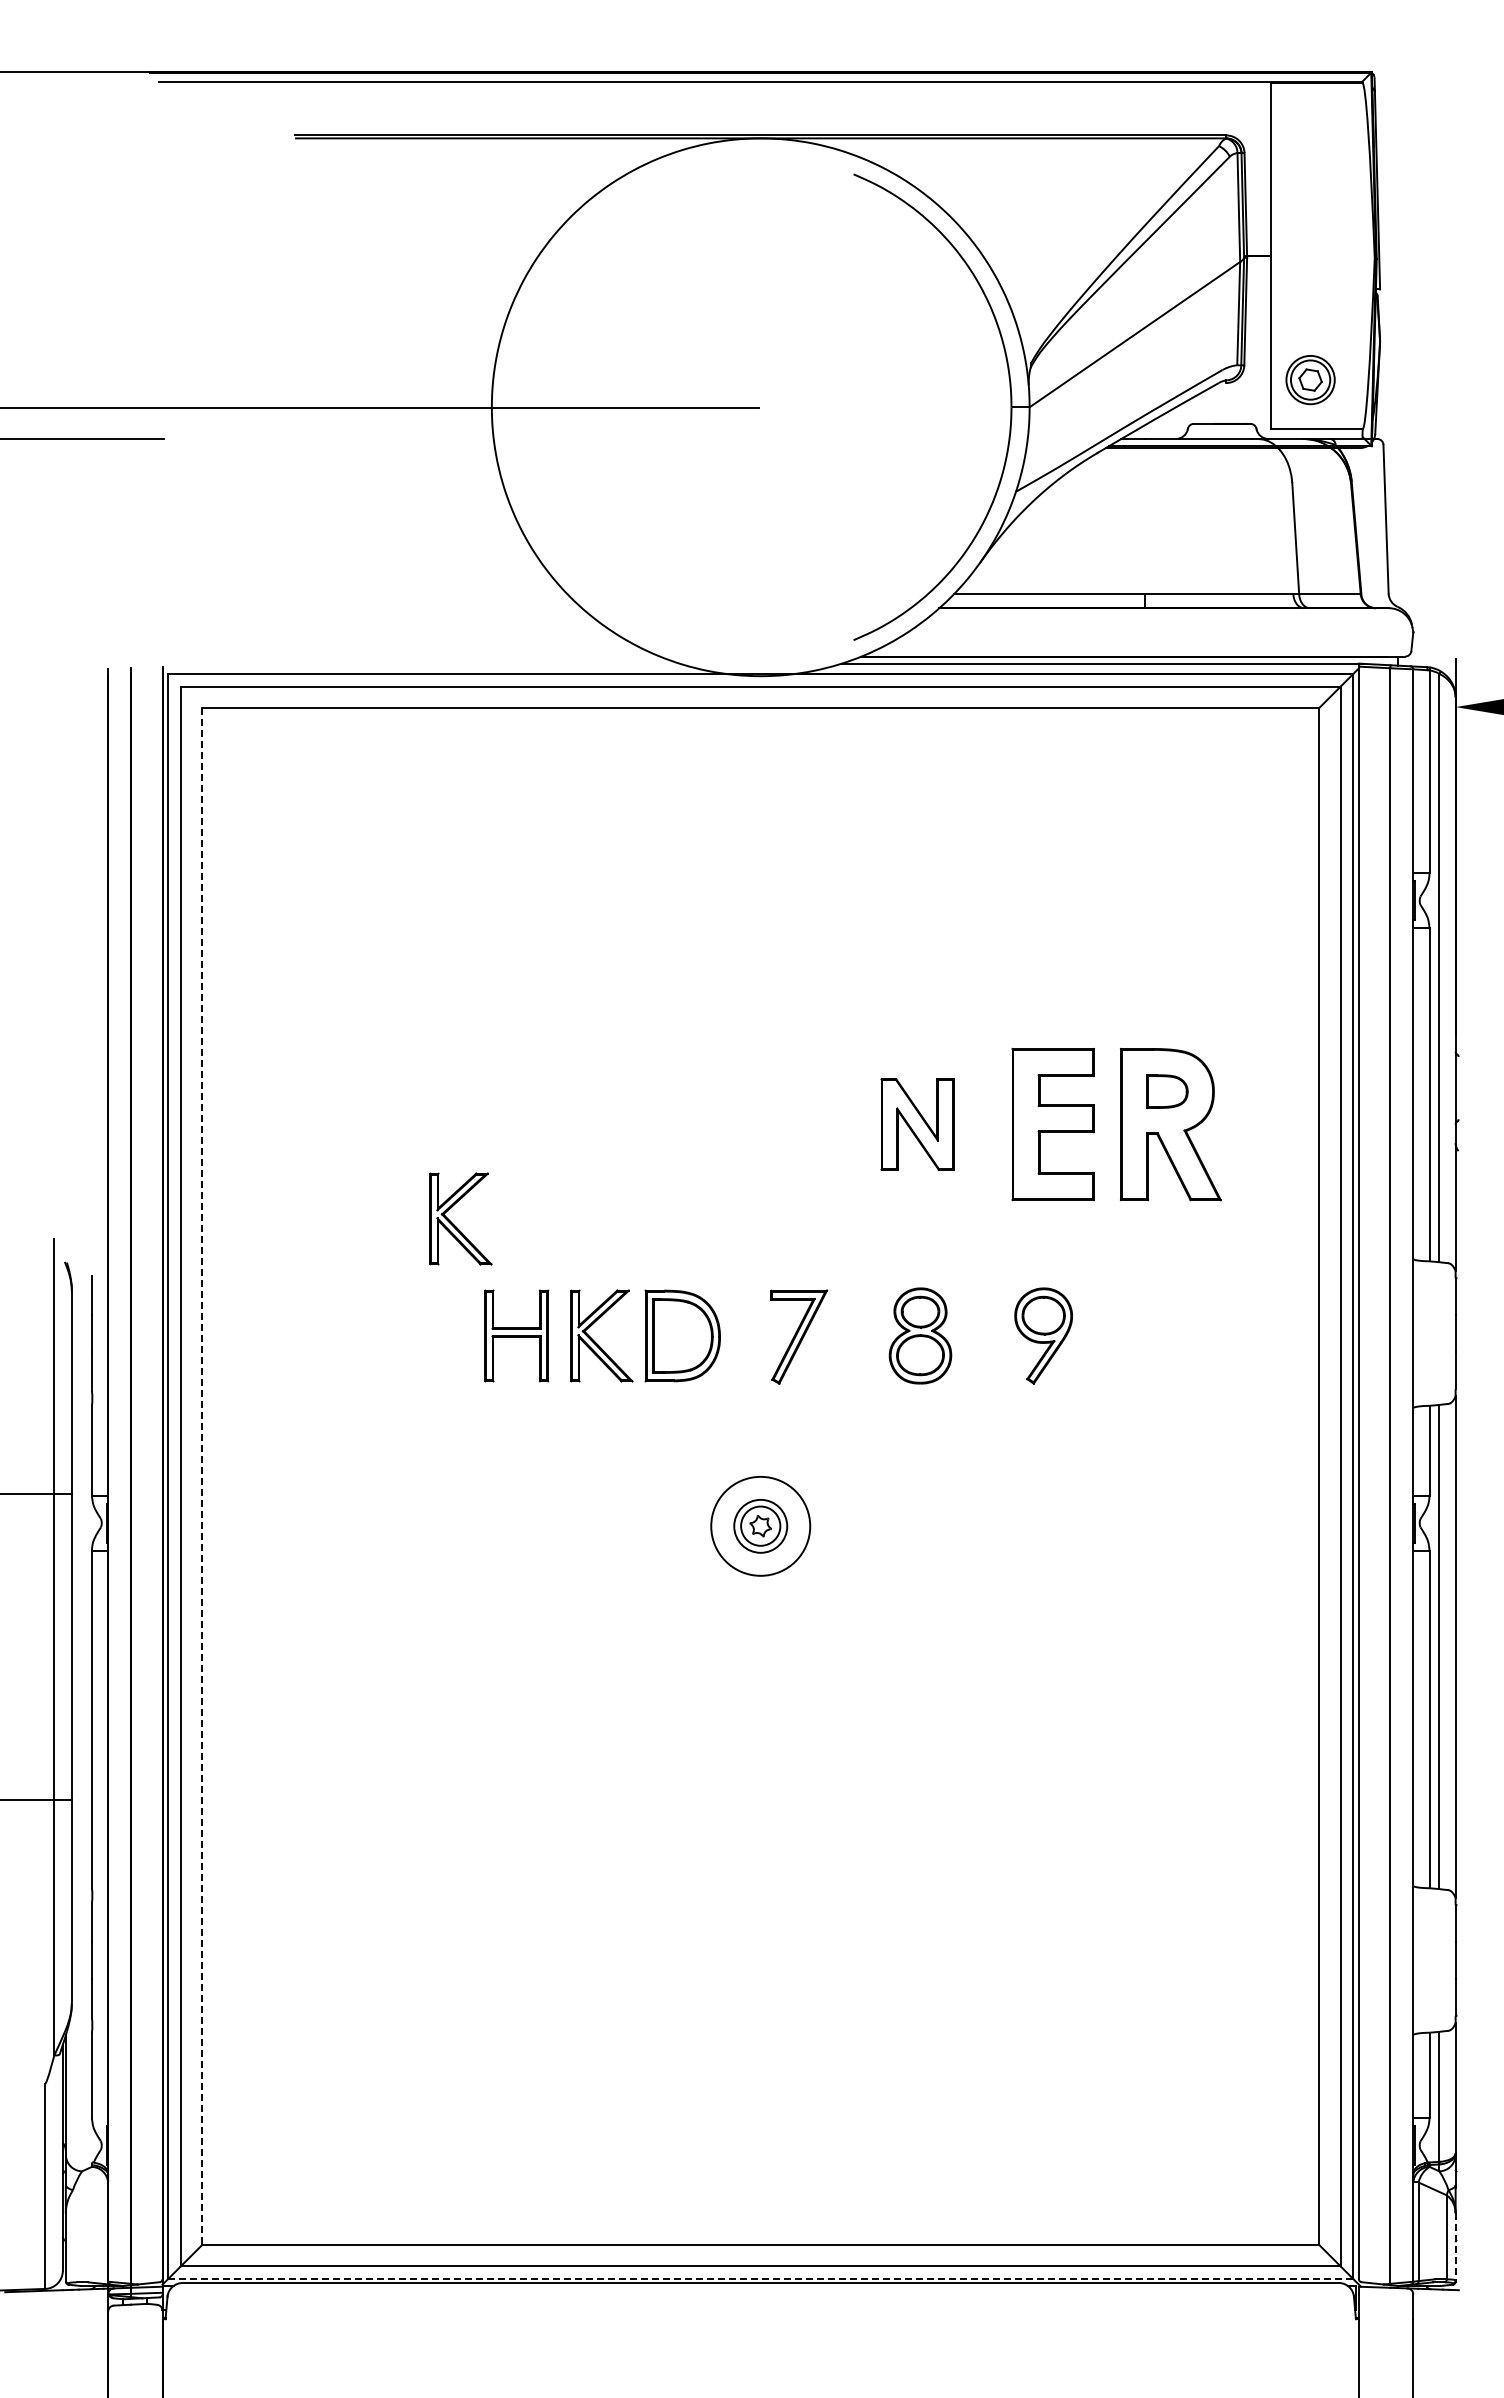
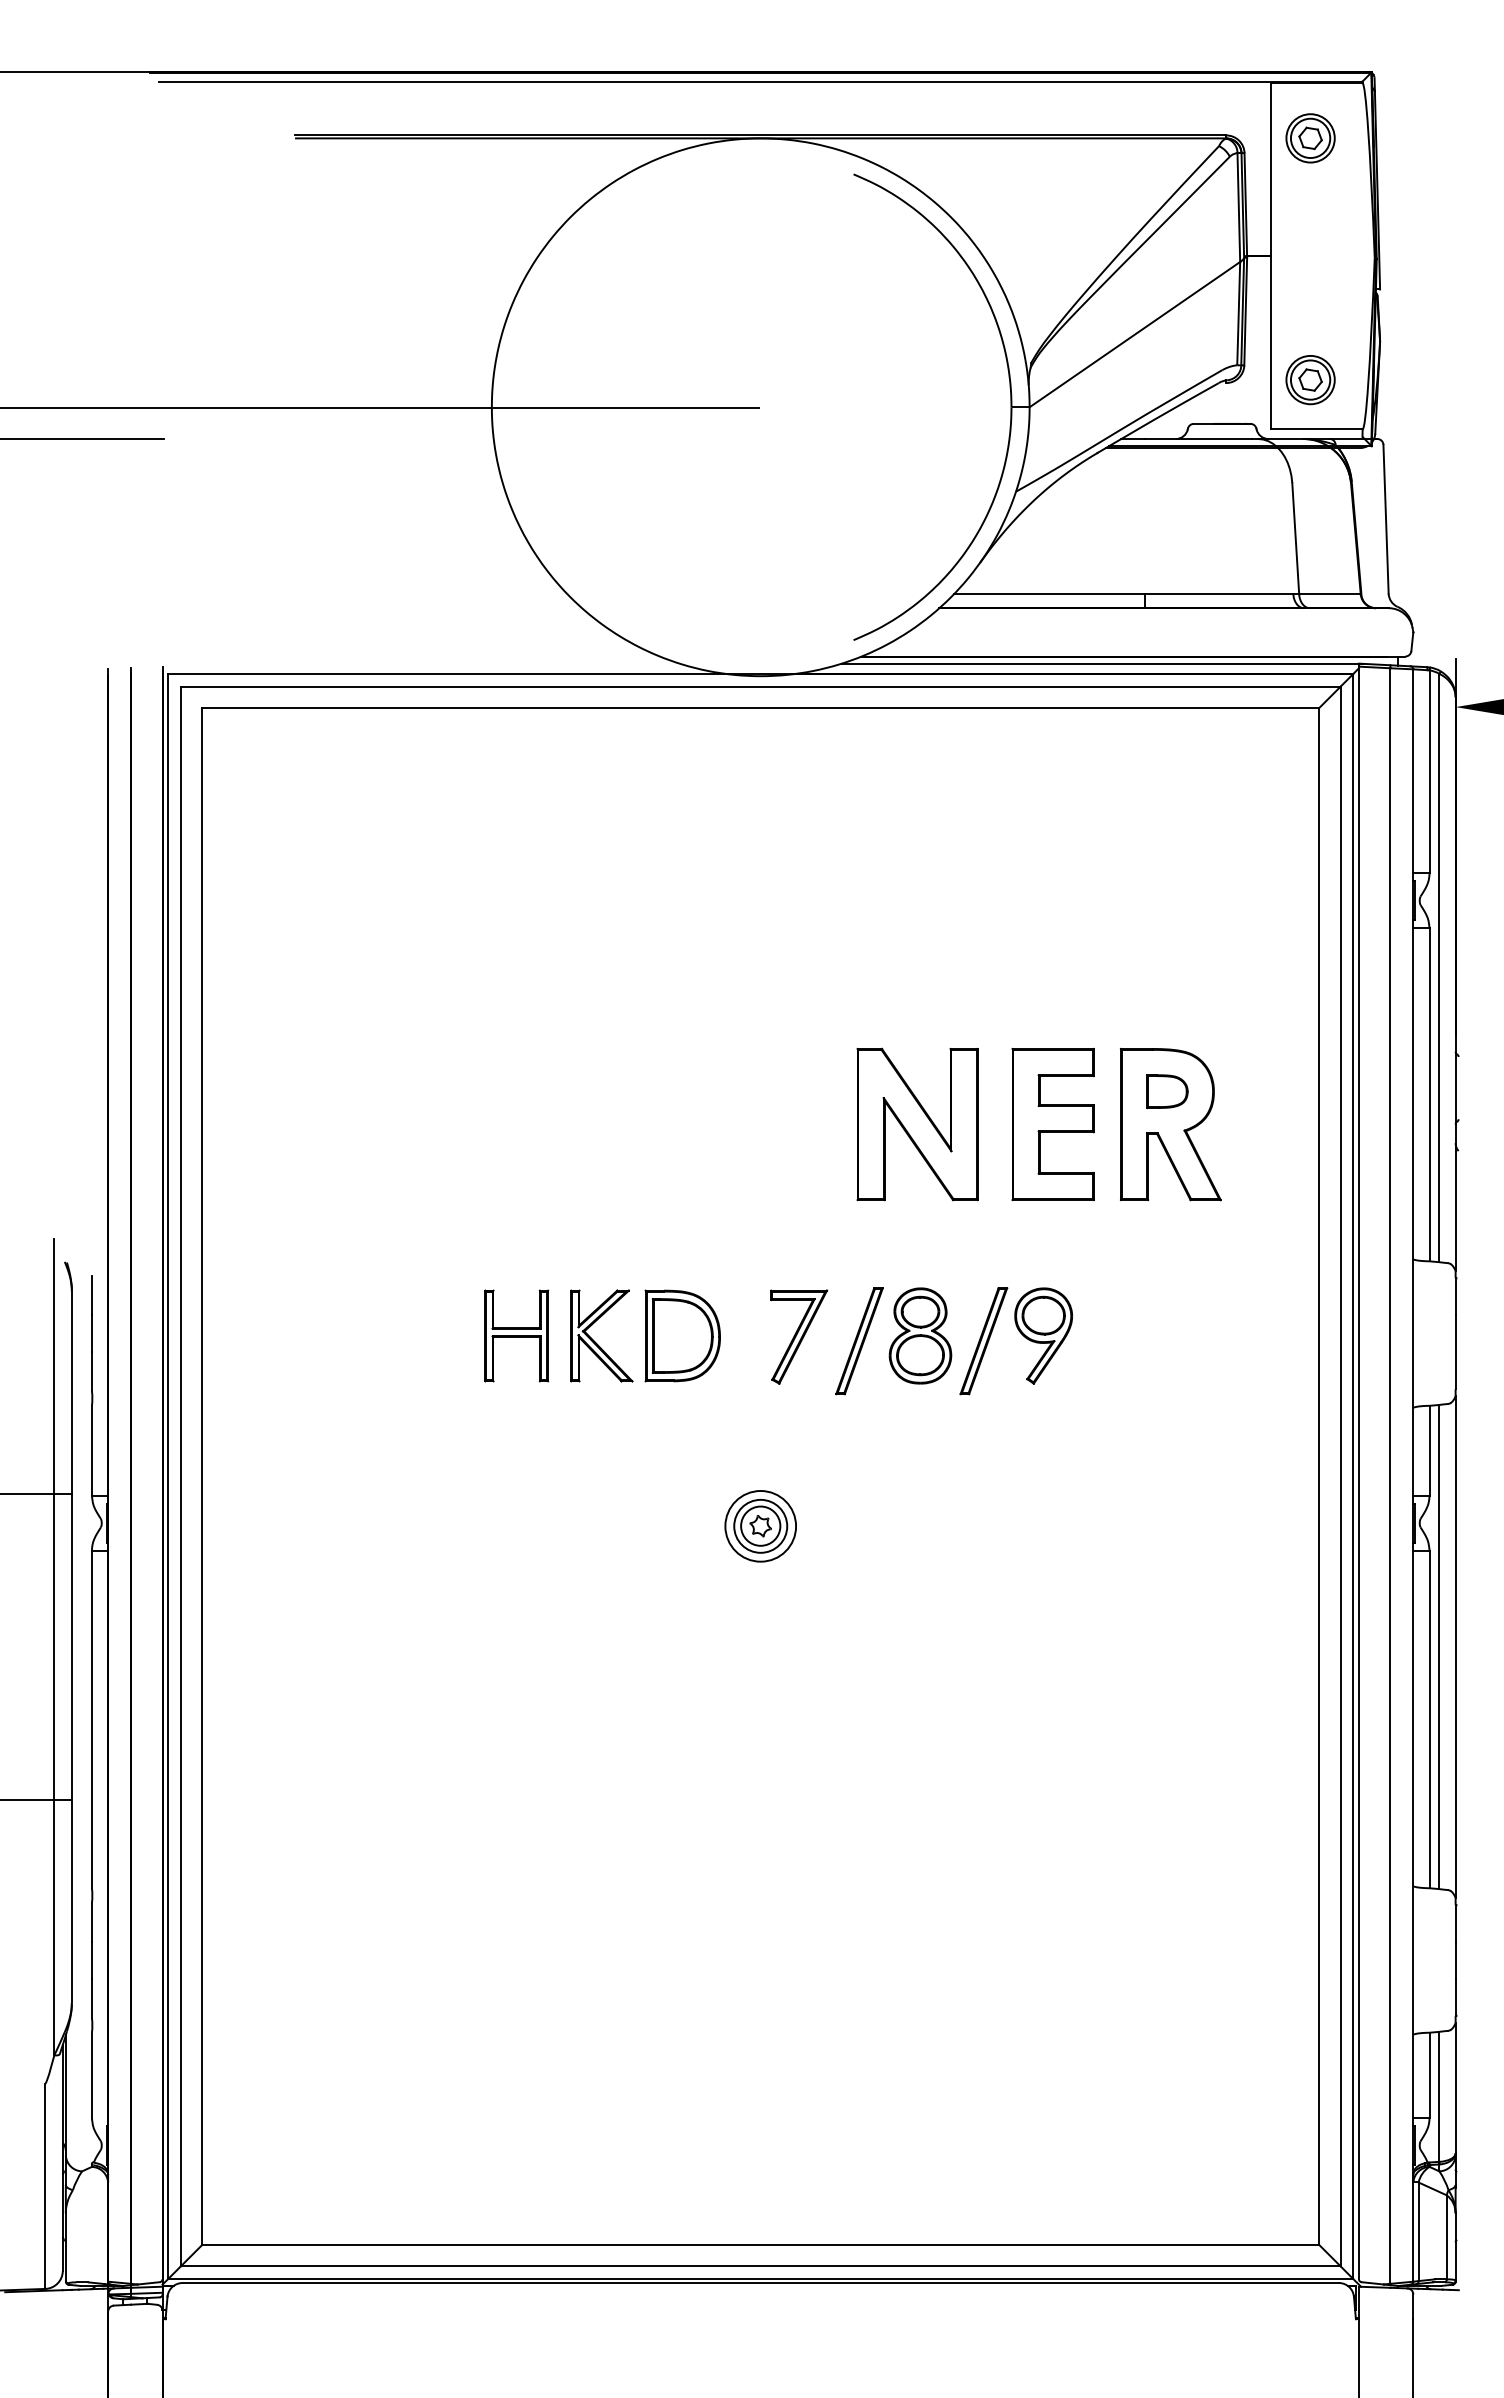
part at (1310, 138): none -> present
part at (917, 1124) size: 75x93 px -> 123x155 px
part at (454, 1224): present -> none
part at (859, 1341): none -> present
part at (983, 1341): none -> present
line at (202, 1477): dashed -> solid
circle at (760, 1525) diameter: 99 px -> 71 px
line at (1455, 2246): dashed -> solid
line at (761, 2278): dashed -> solid
